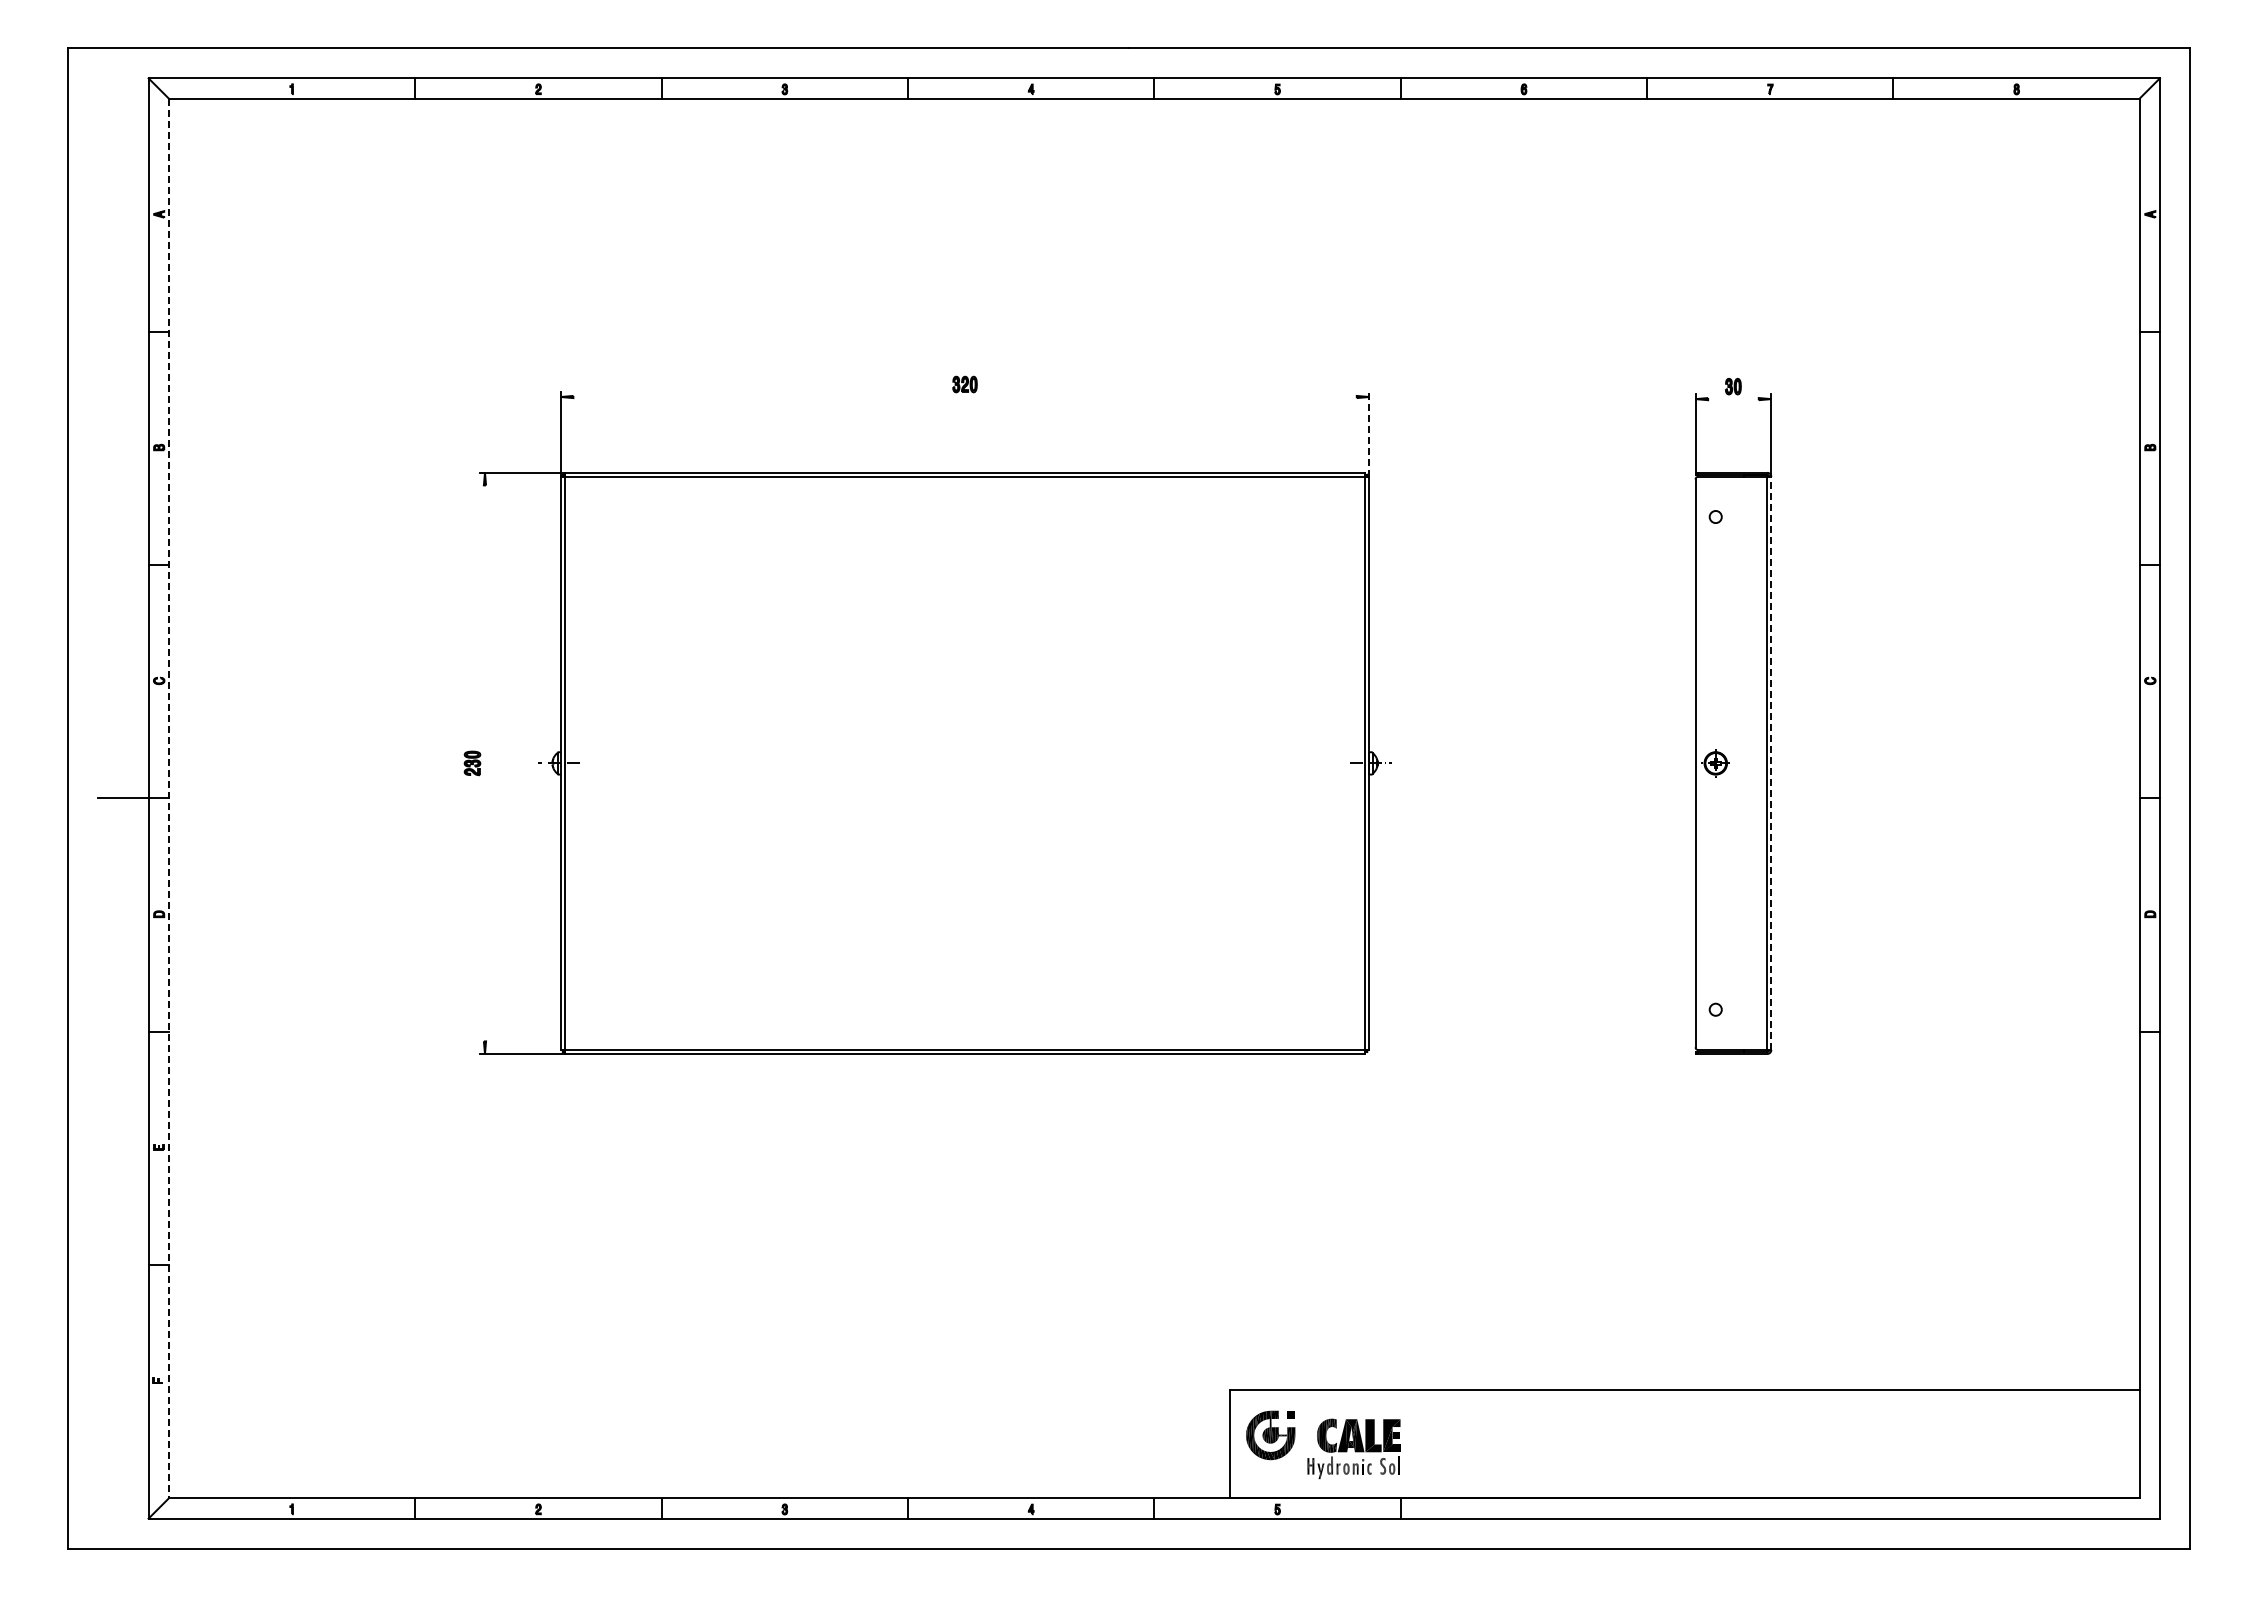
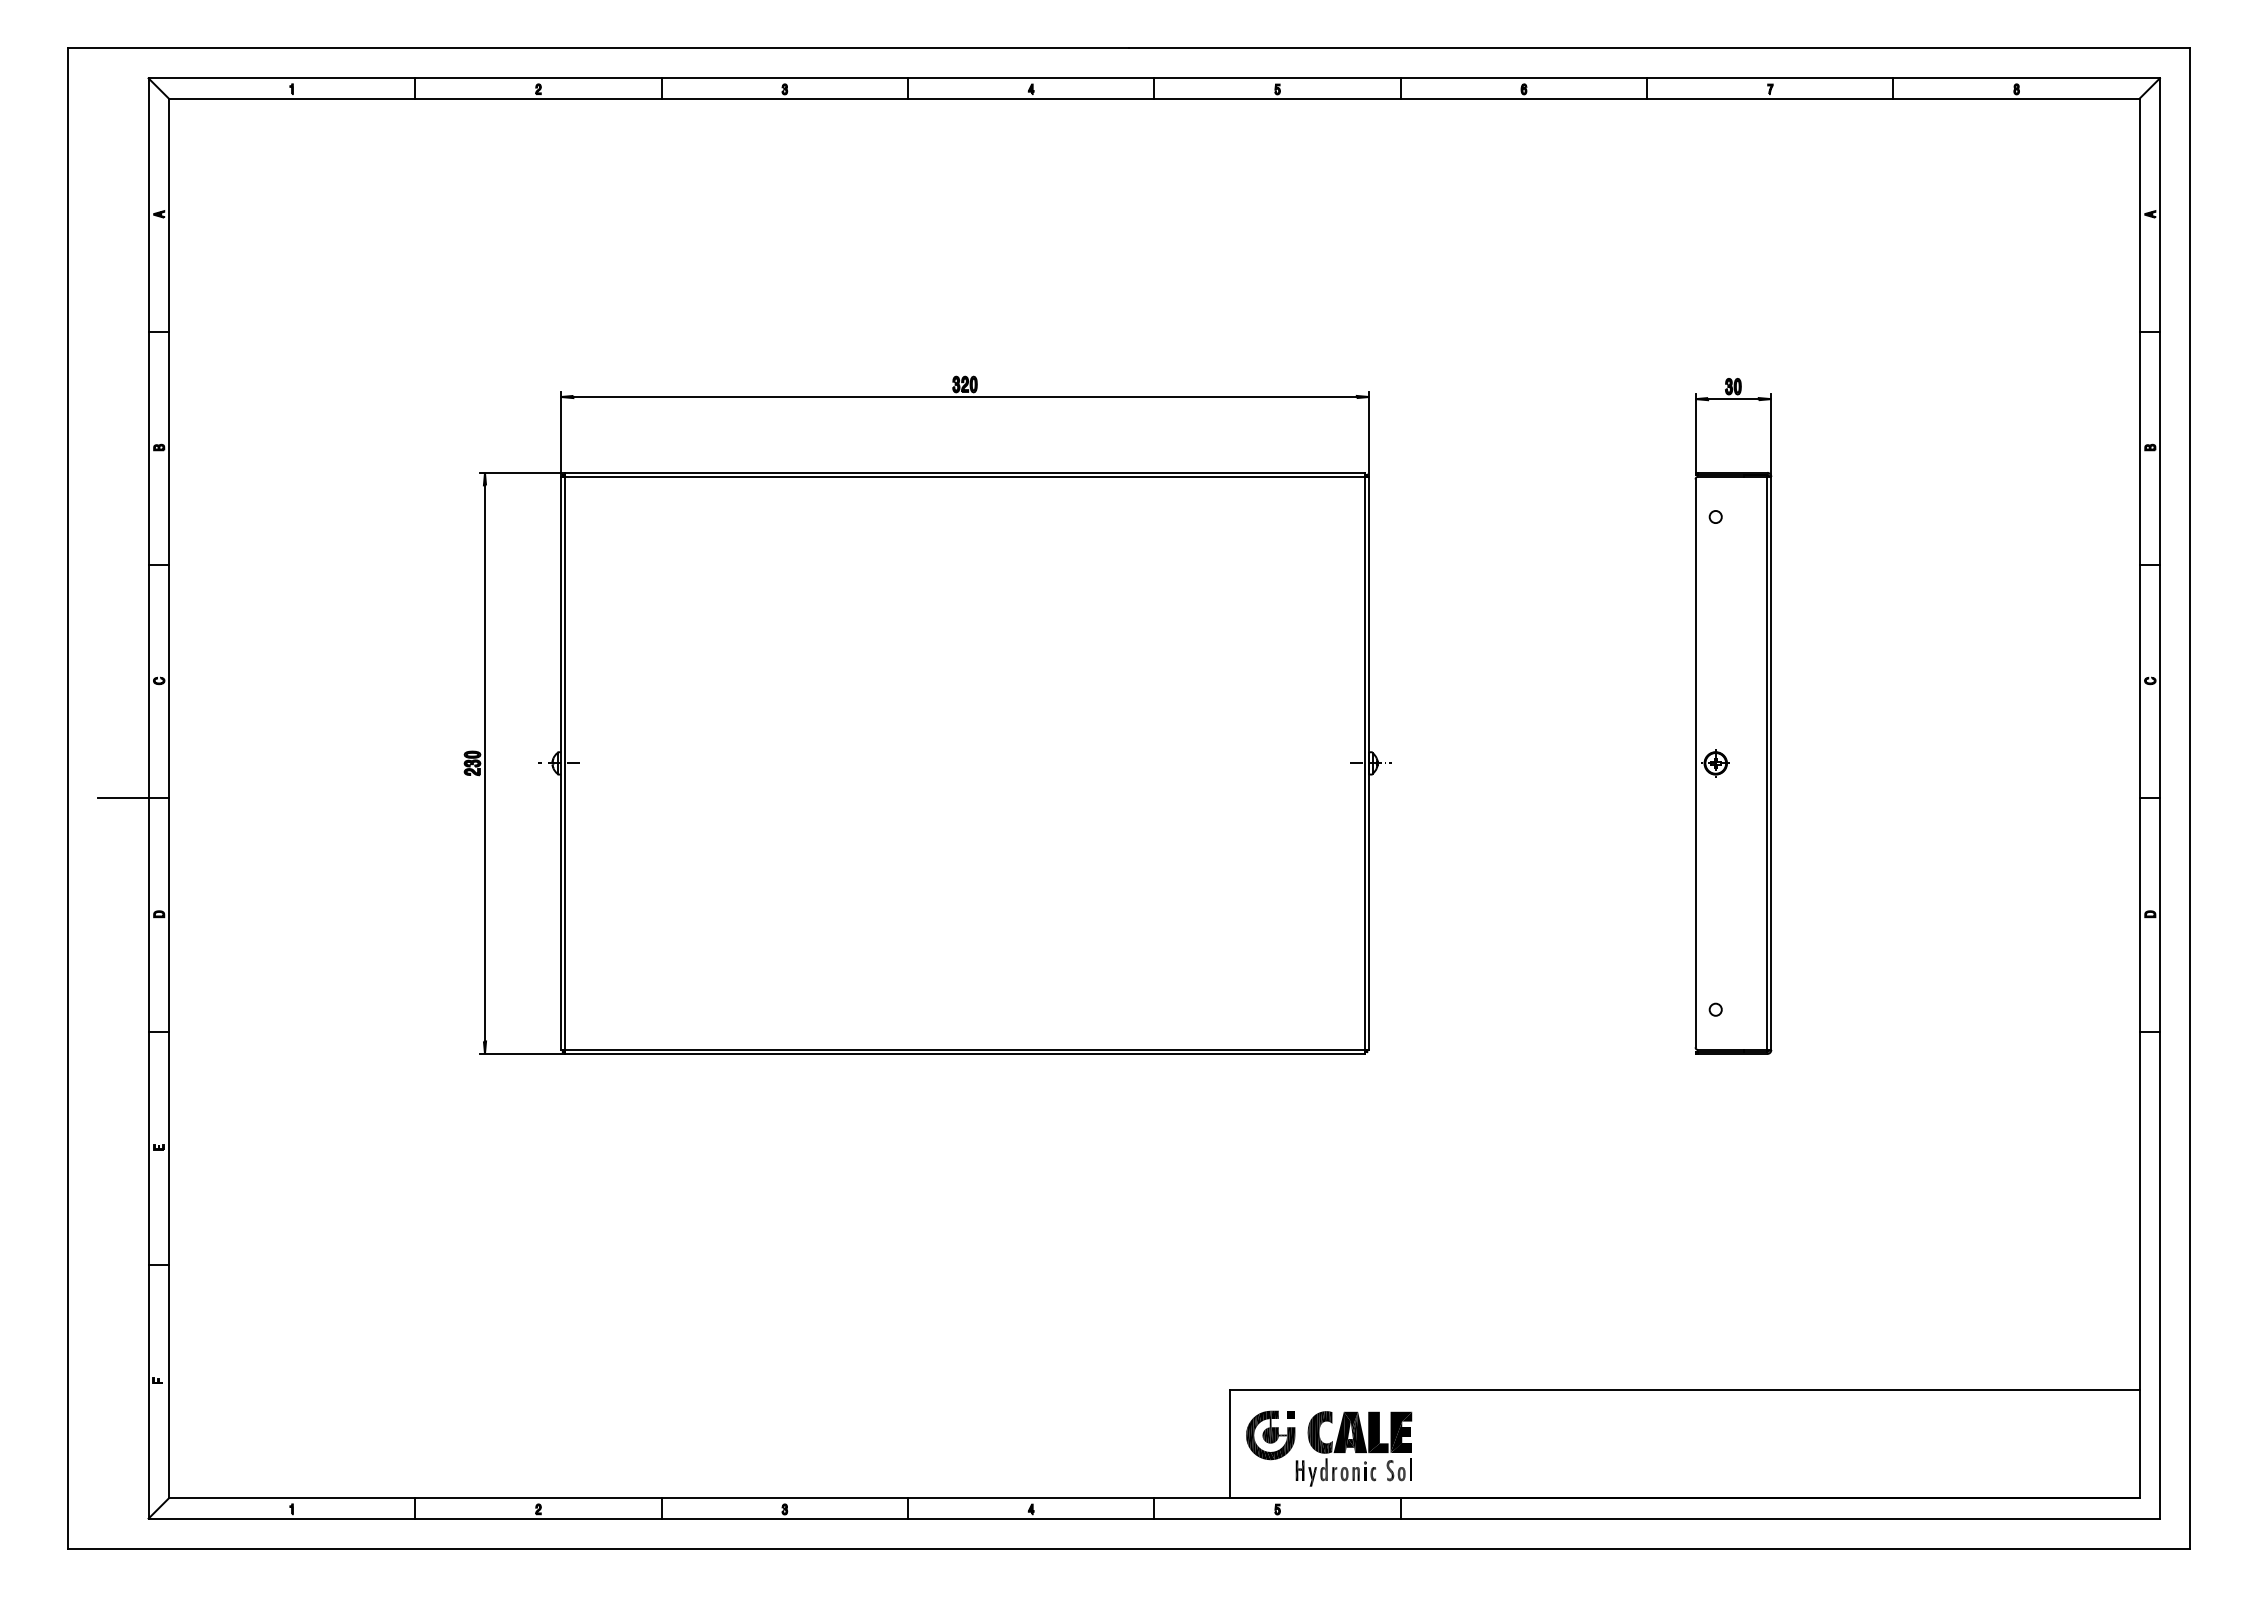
line at (964, 397): none -> present
line at (1733, 399): none -> present
line at (1369, 433): dashed -> solid
line at (484, 763): none -> present
line at (1771, 763): dashed -> solid
line at (168, 798): dashed -> solid
part at (1353, 1448) size: 94x62 px -> 118x76 px
